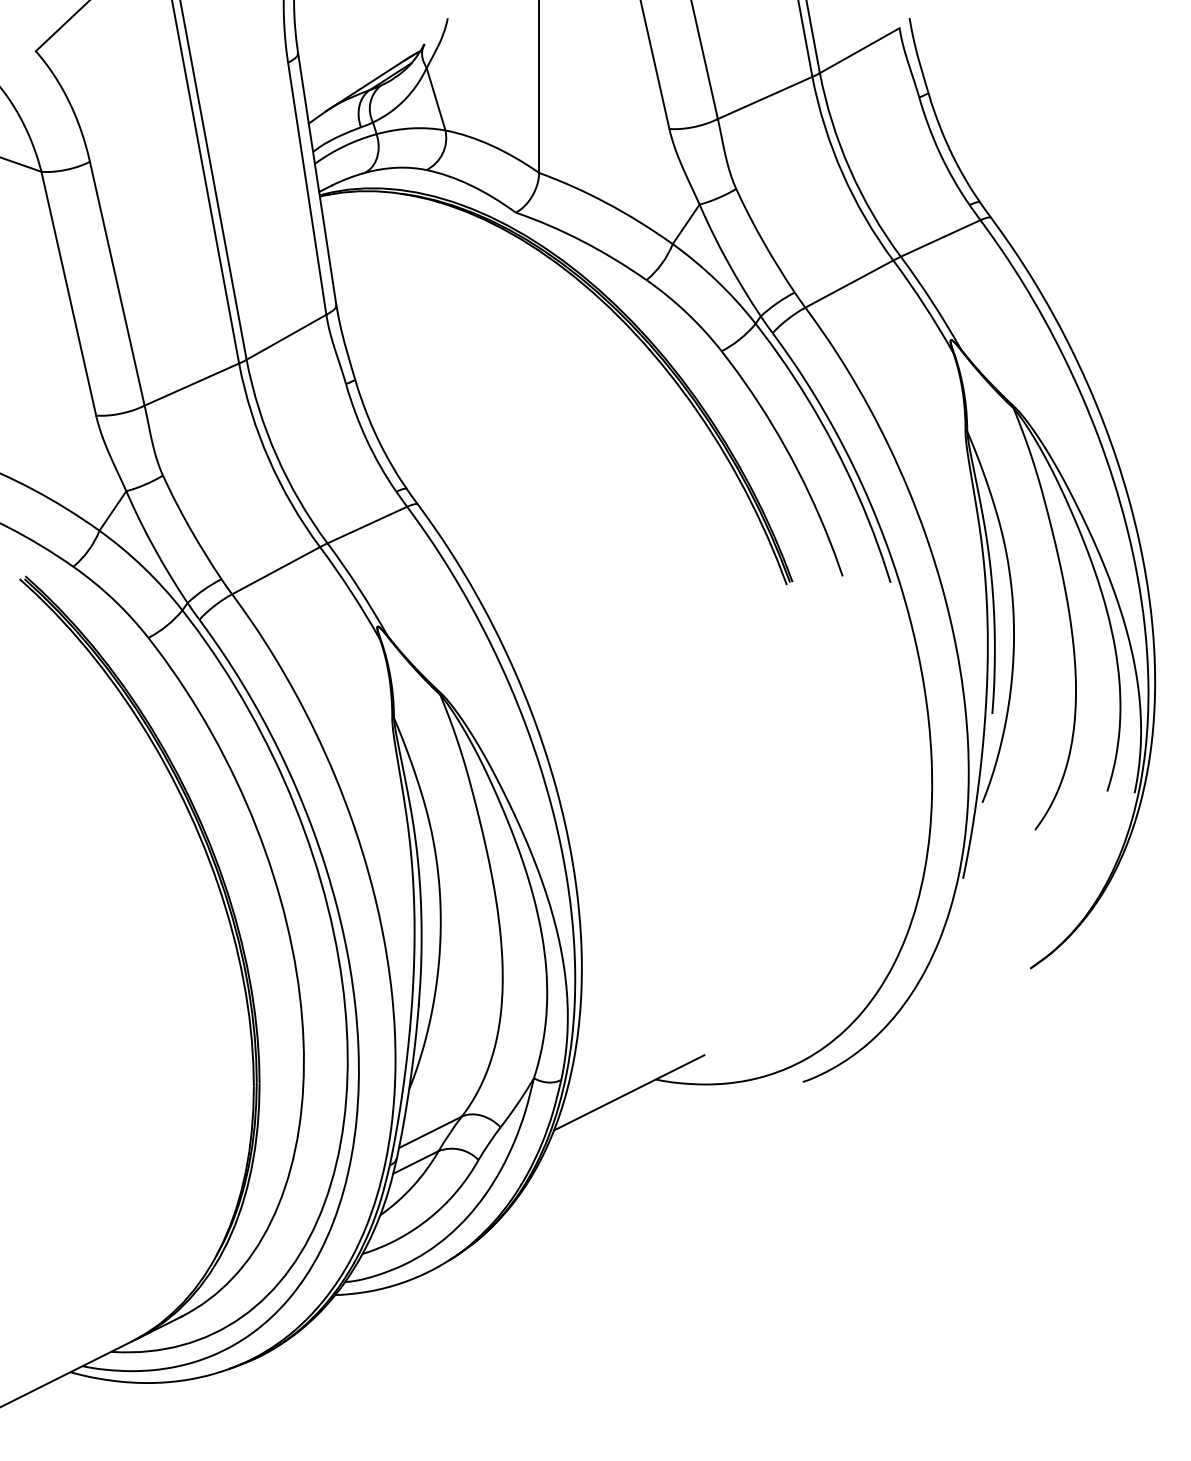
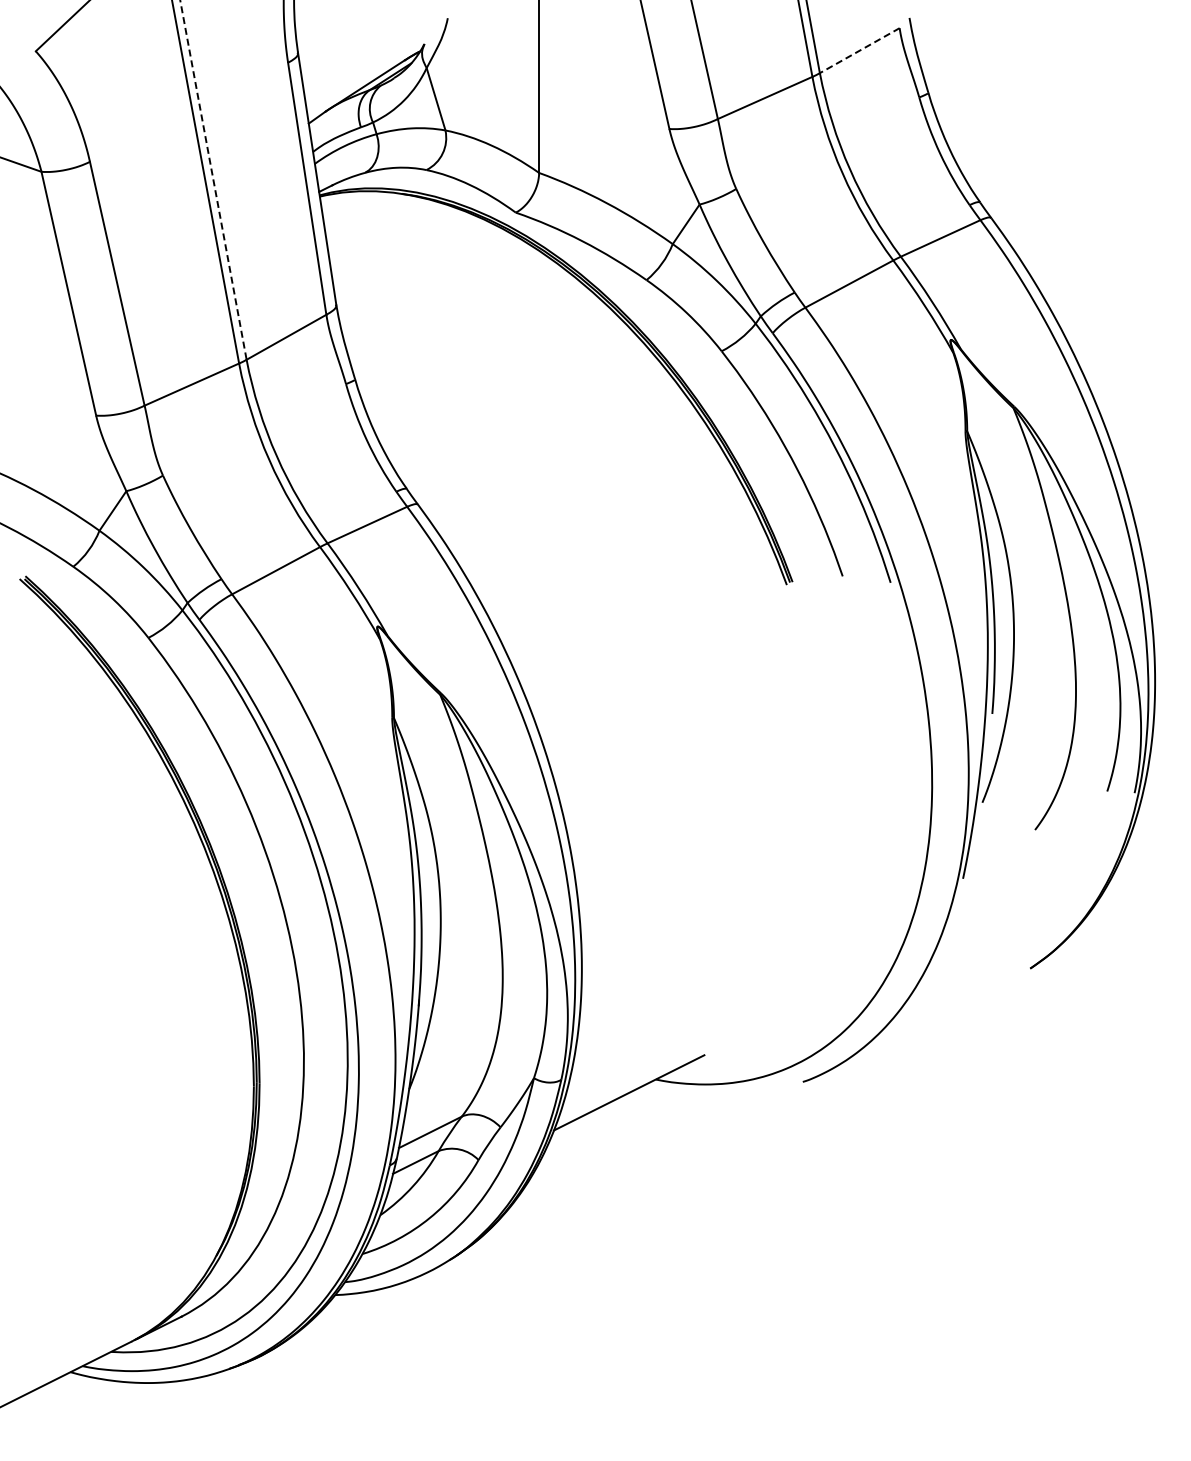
line at (859, 50): solid -> dashed
line at (213, 180): solid -> dashed
